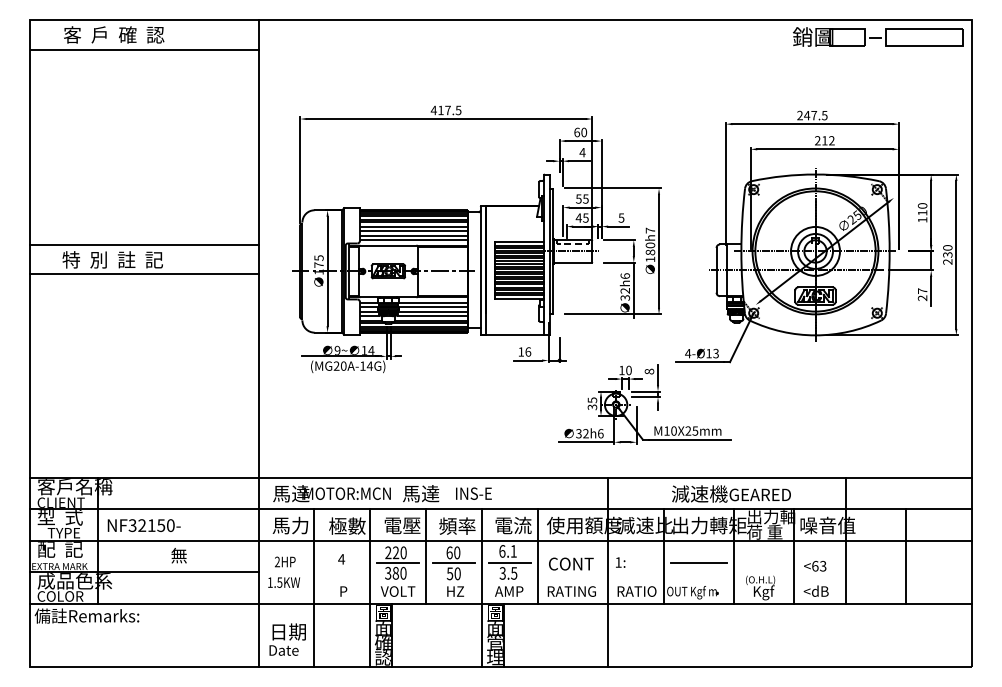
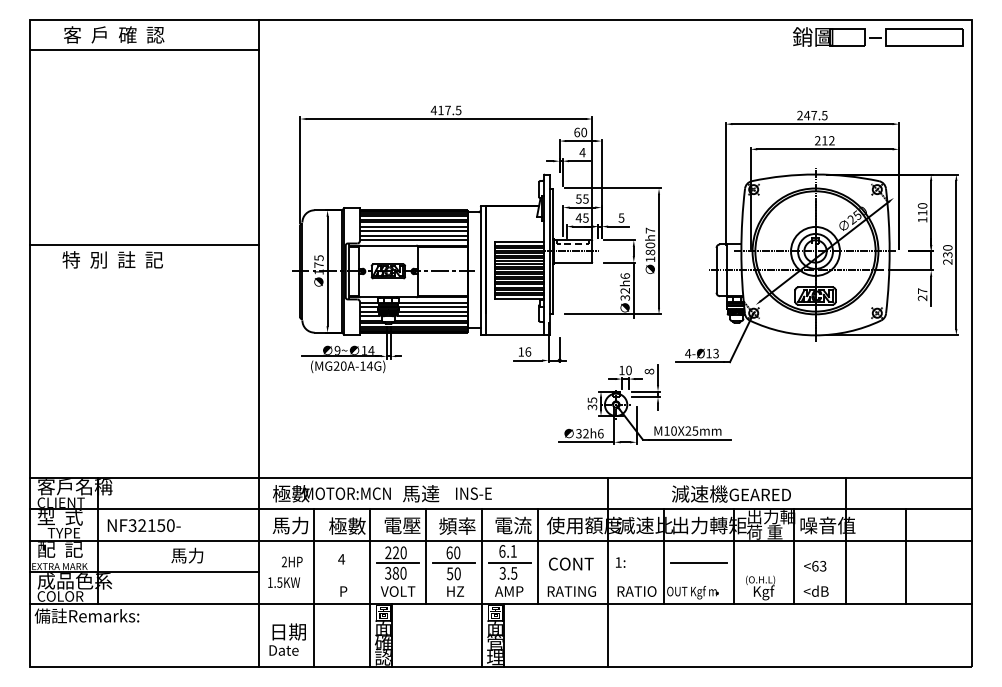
line at (144, 274): present -> none
text at (291, 493): 馬達 -> 極數
text at (187, 555): 無 -> 馬力
text at (285, 561) position: (285, 561) -> (292, 561)
